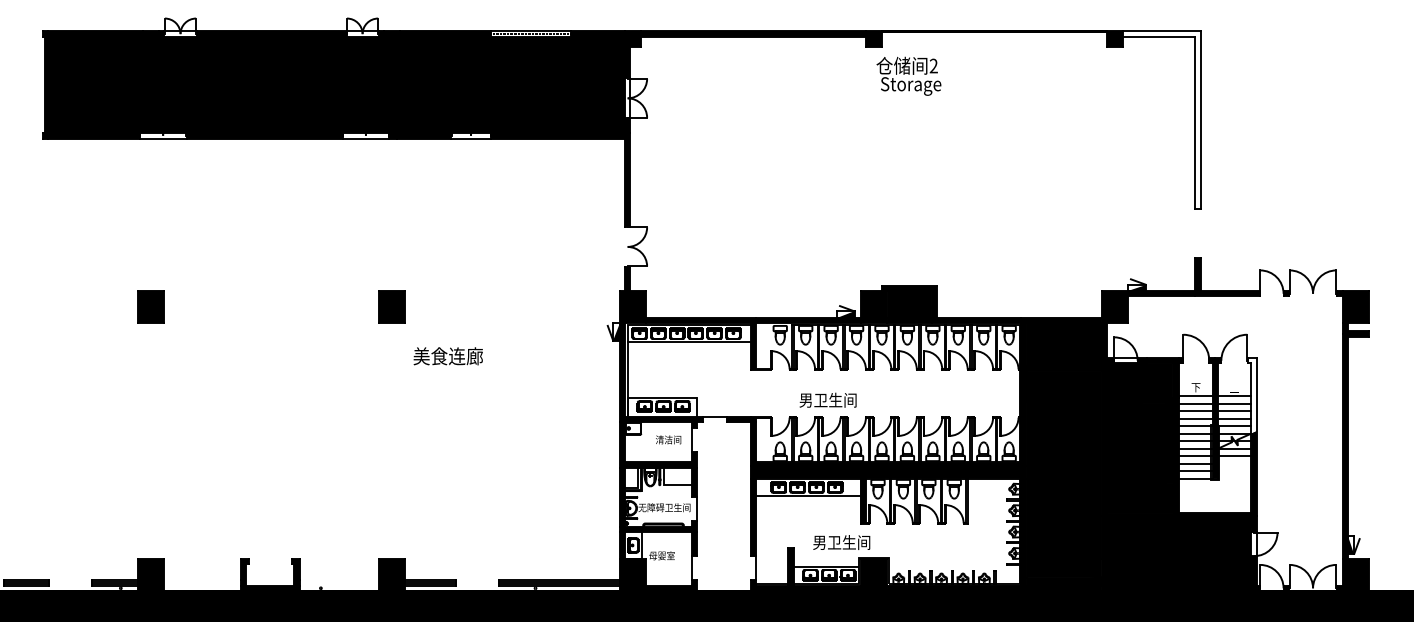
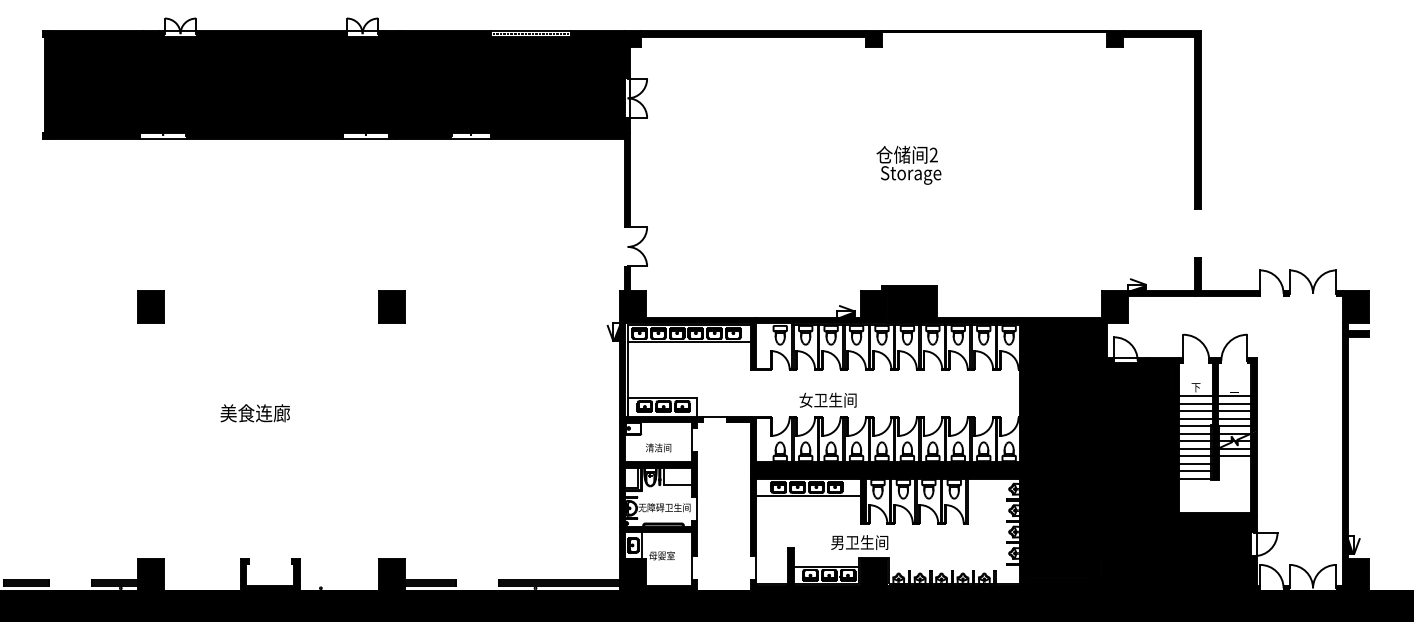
text at (908, 75) position: (908, 75) -> (908, 164)
fill at (1161, 120): none -> present
text at (447, 356) position: (447, 356) -> (254, 413)
fill at (1252, 395): none -> present
text at (805, 399): 男卫生间 -> 女卫生间
text at (668, 439) position: (668, 439) -> (658, 447)
text at (841, 542) position: (841, 542) -> (859, 542)
